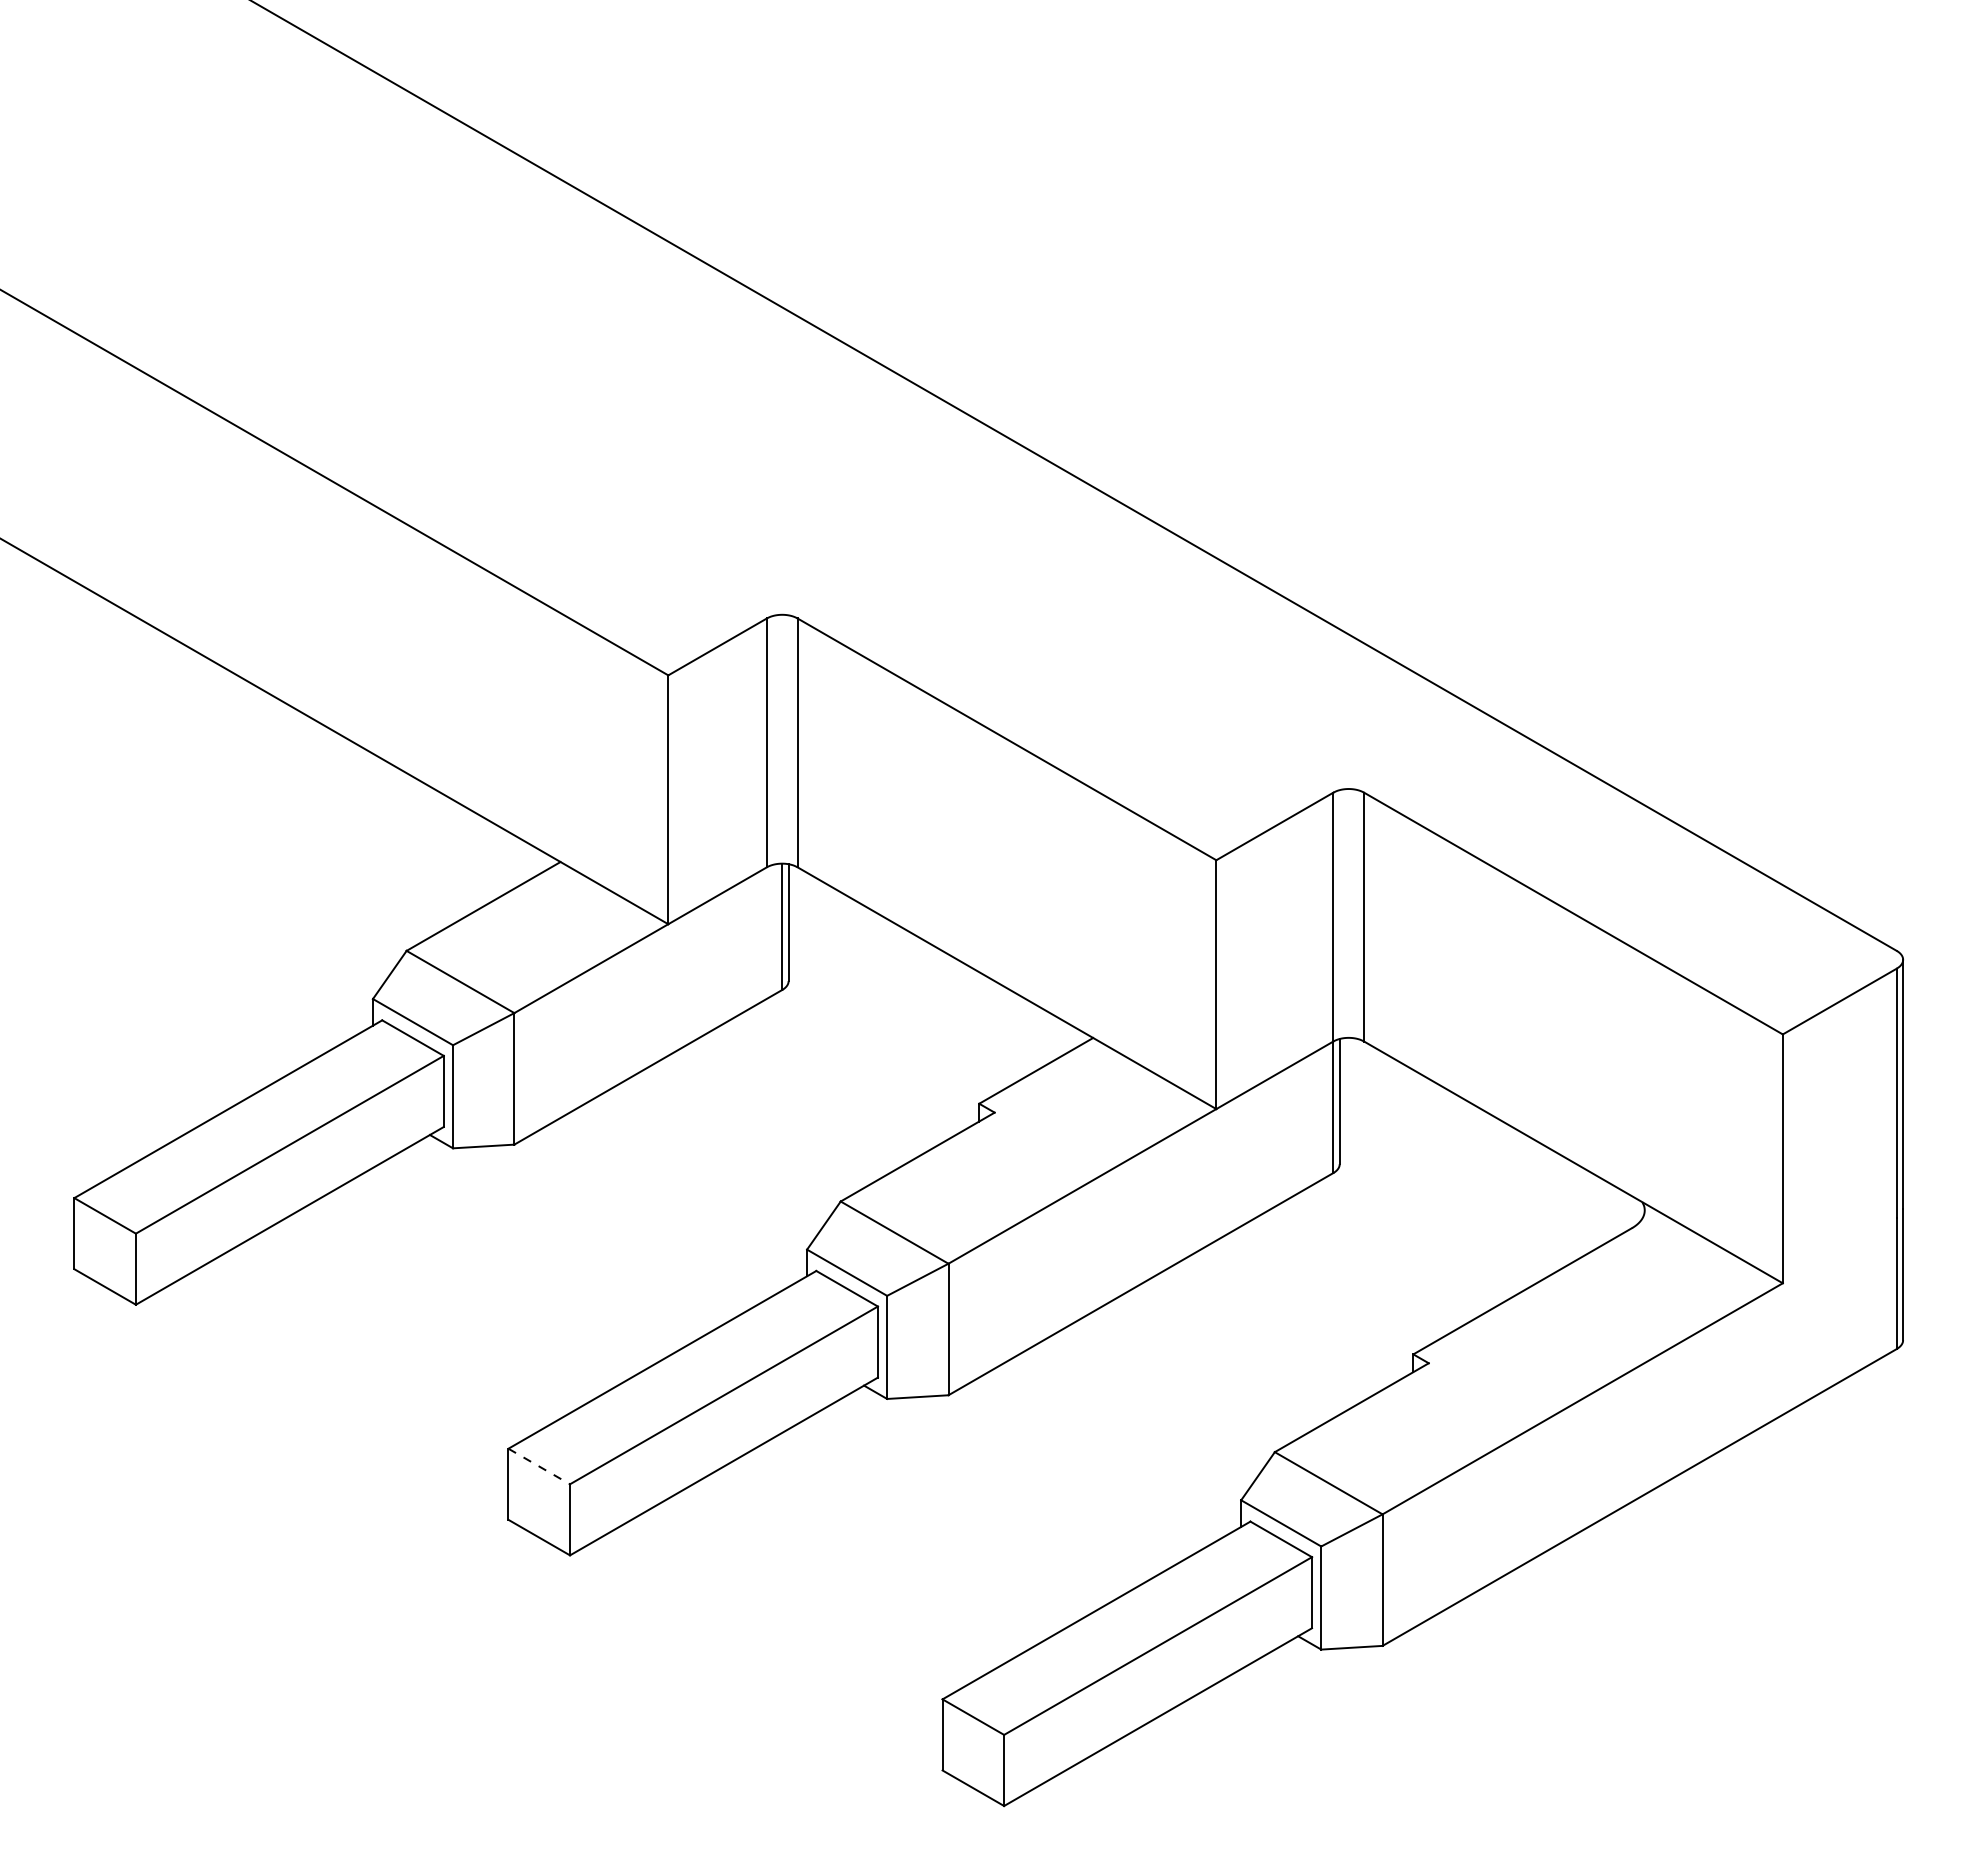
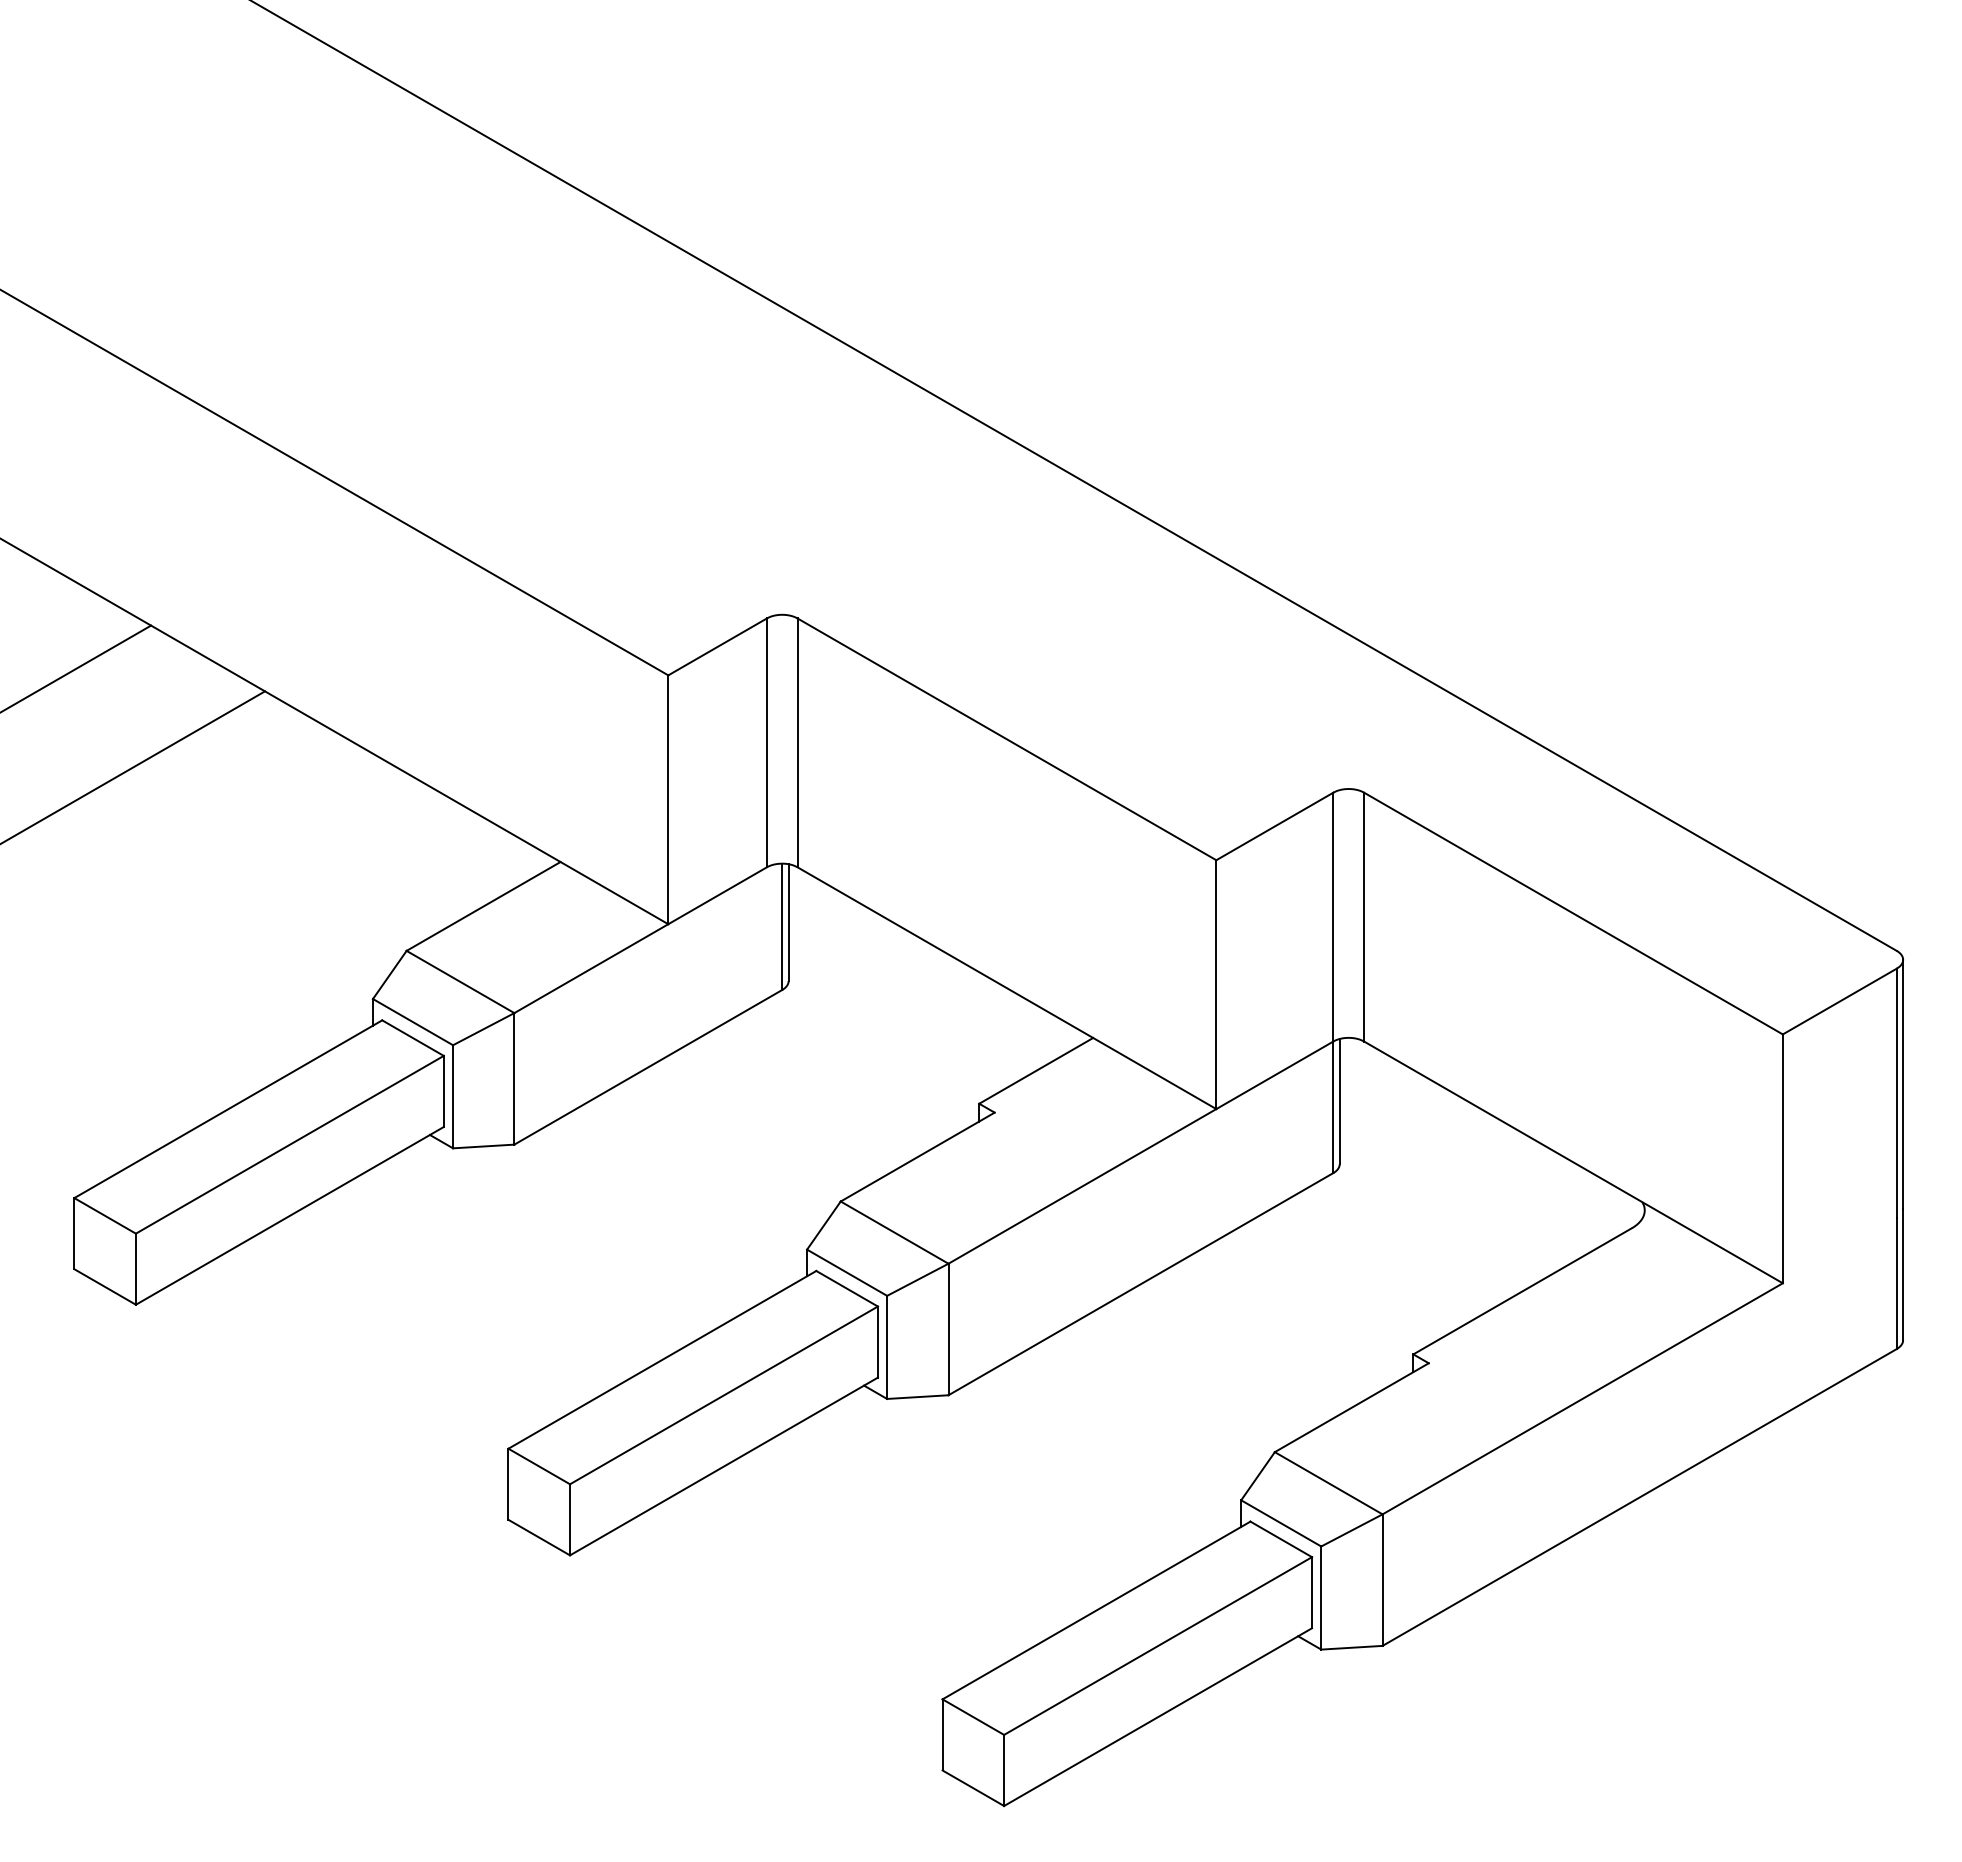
line at (76, 668): none -> present
line at (133, 767): none -> present
line at (539, 1466): dashed -> solid
